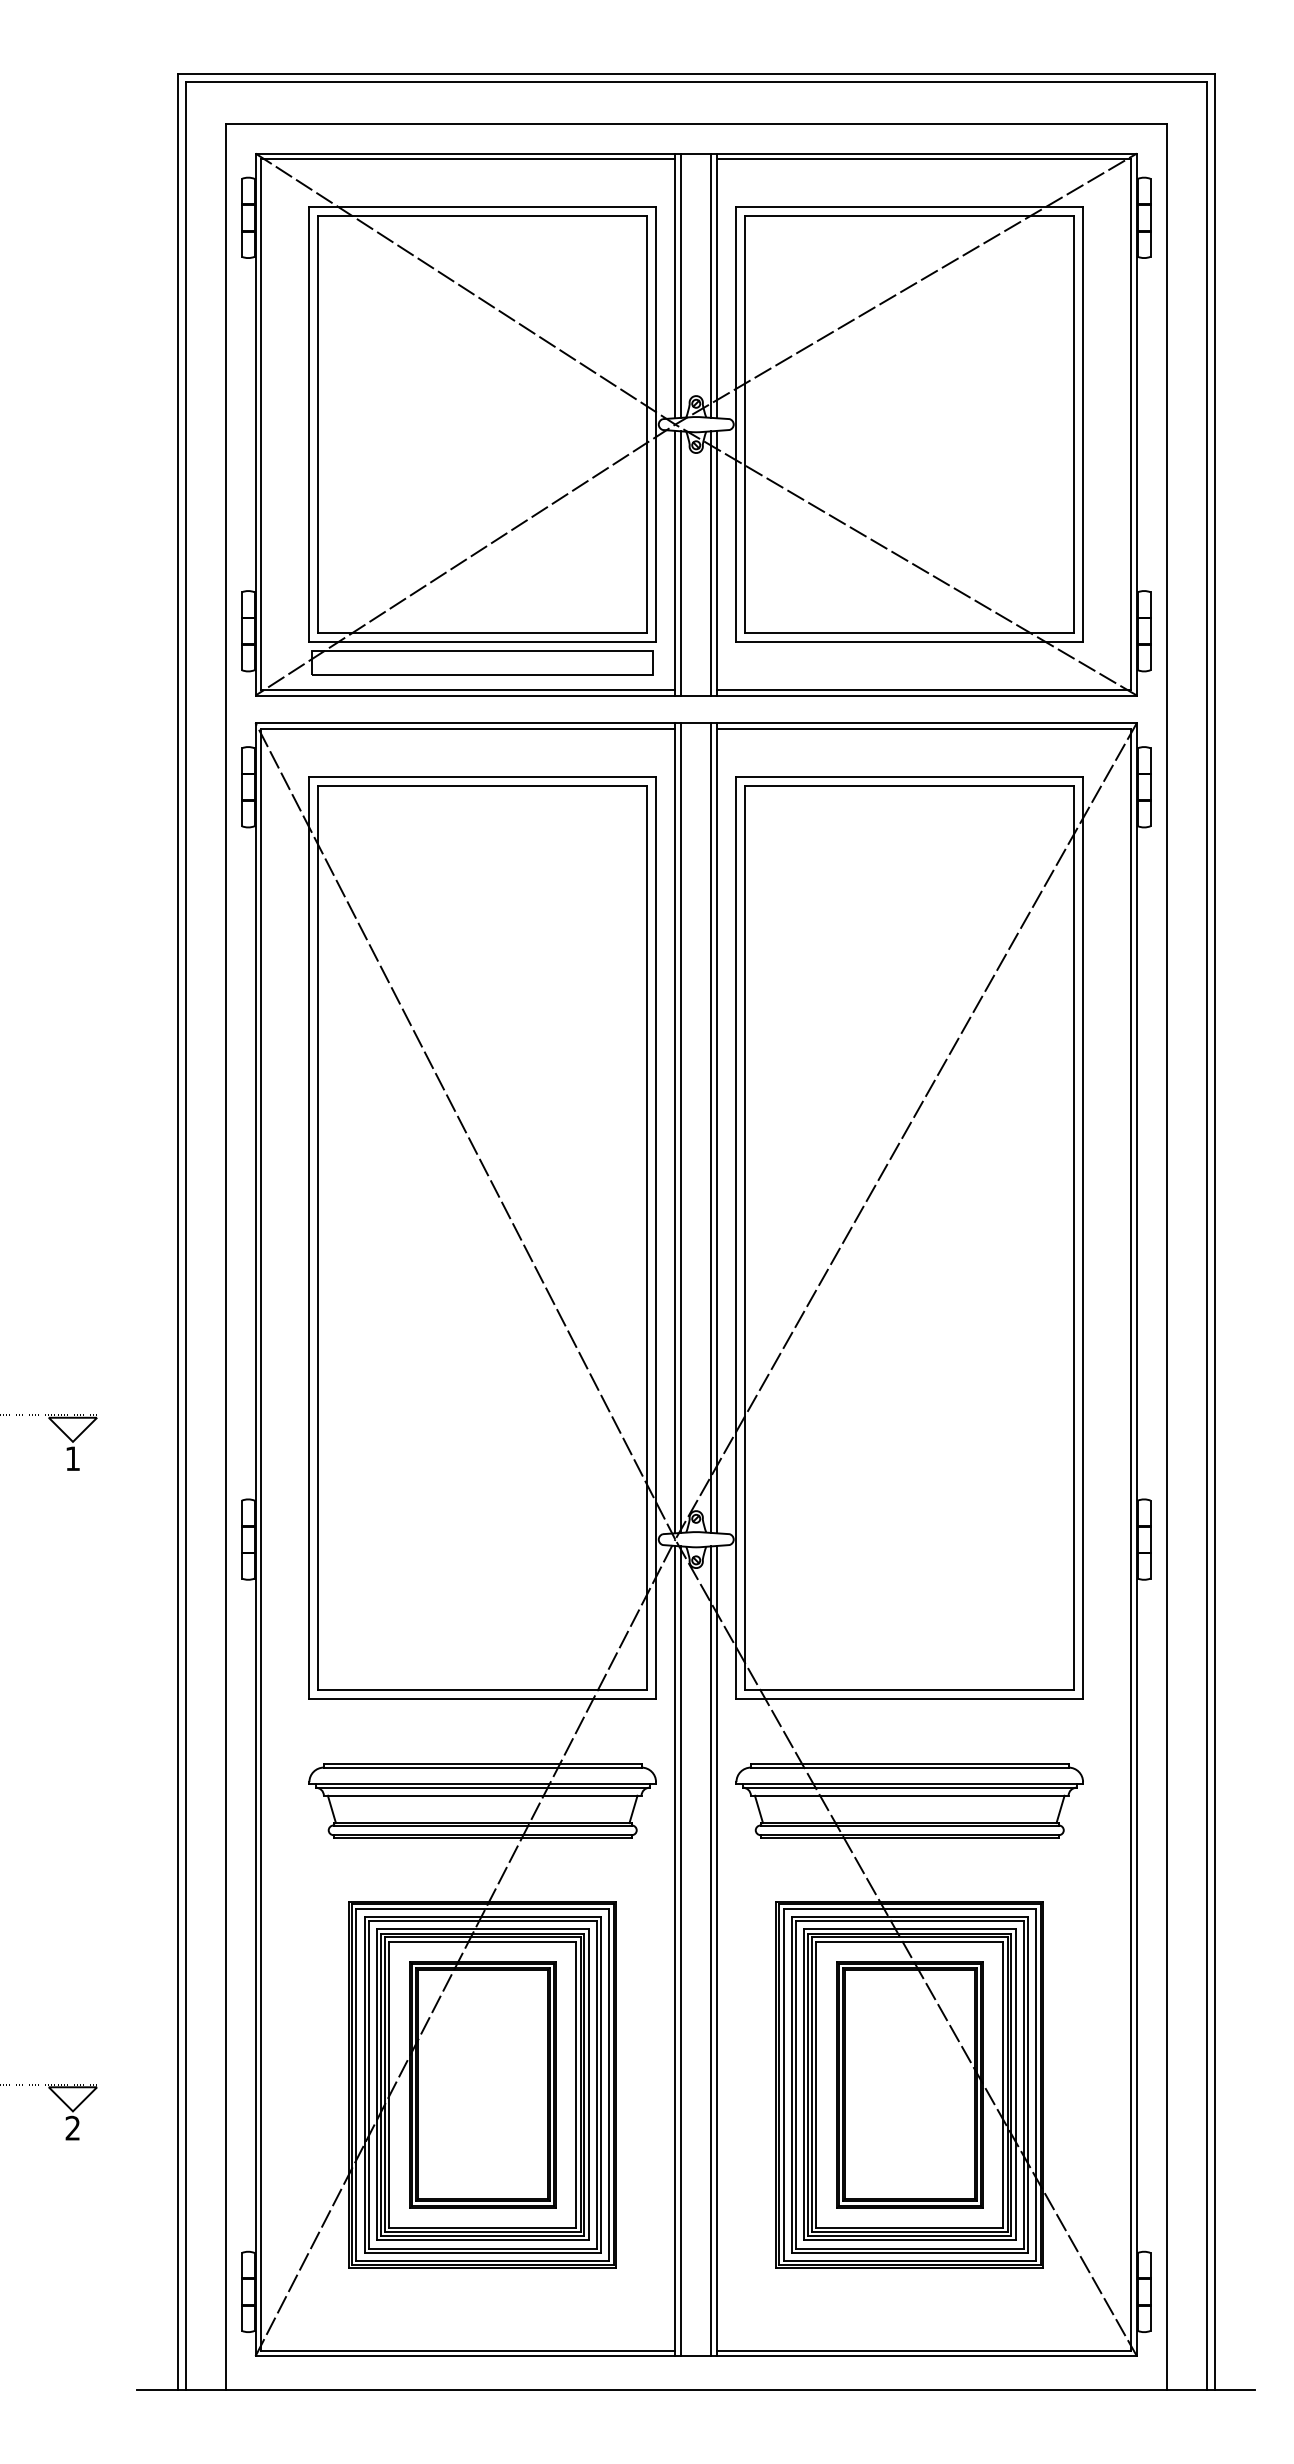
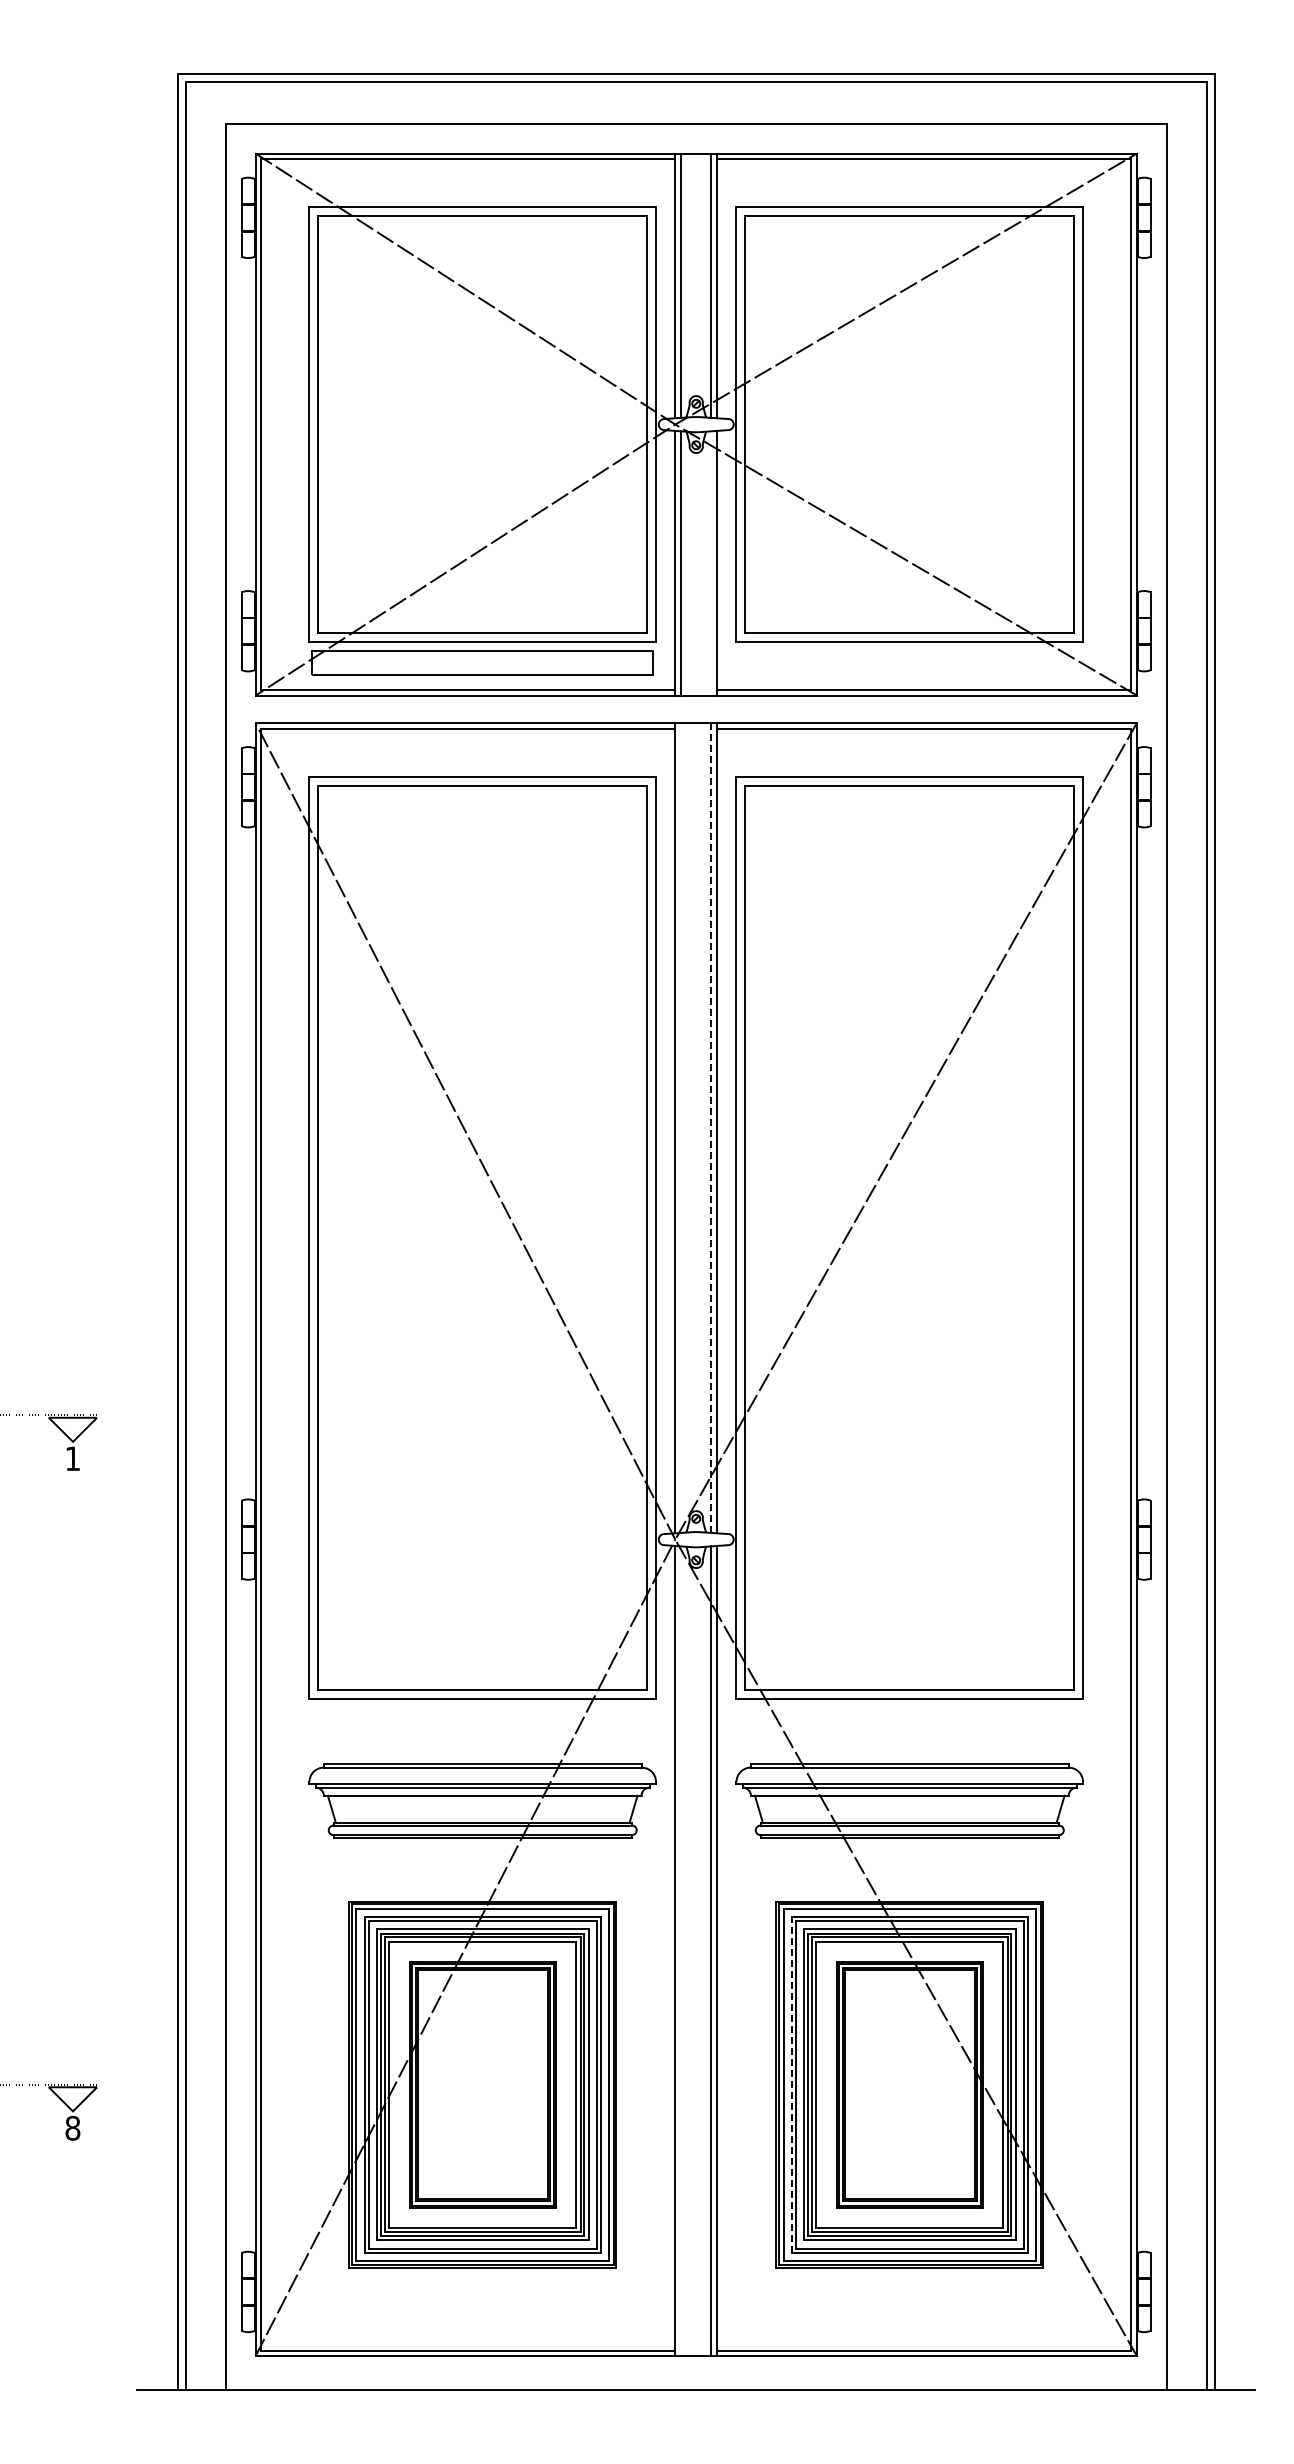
line at (711, 563): present -> none
line at (681, 1127): present -> none
line at (711, 1128): solid -> dashed
line at (681, 1951): present -> none
line at (791, 2084): solid -> dashed
text at (72, 2128): 2 -> 8
